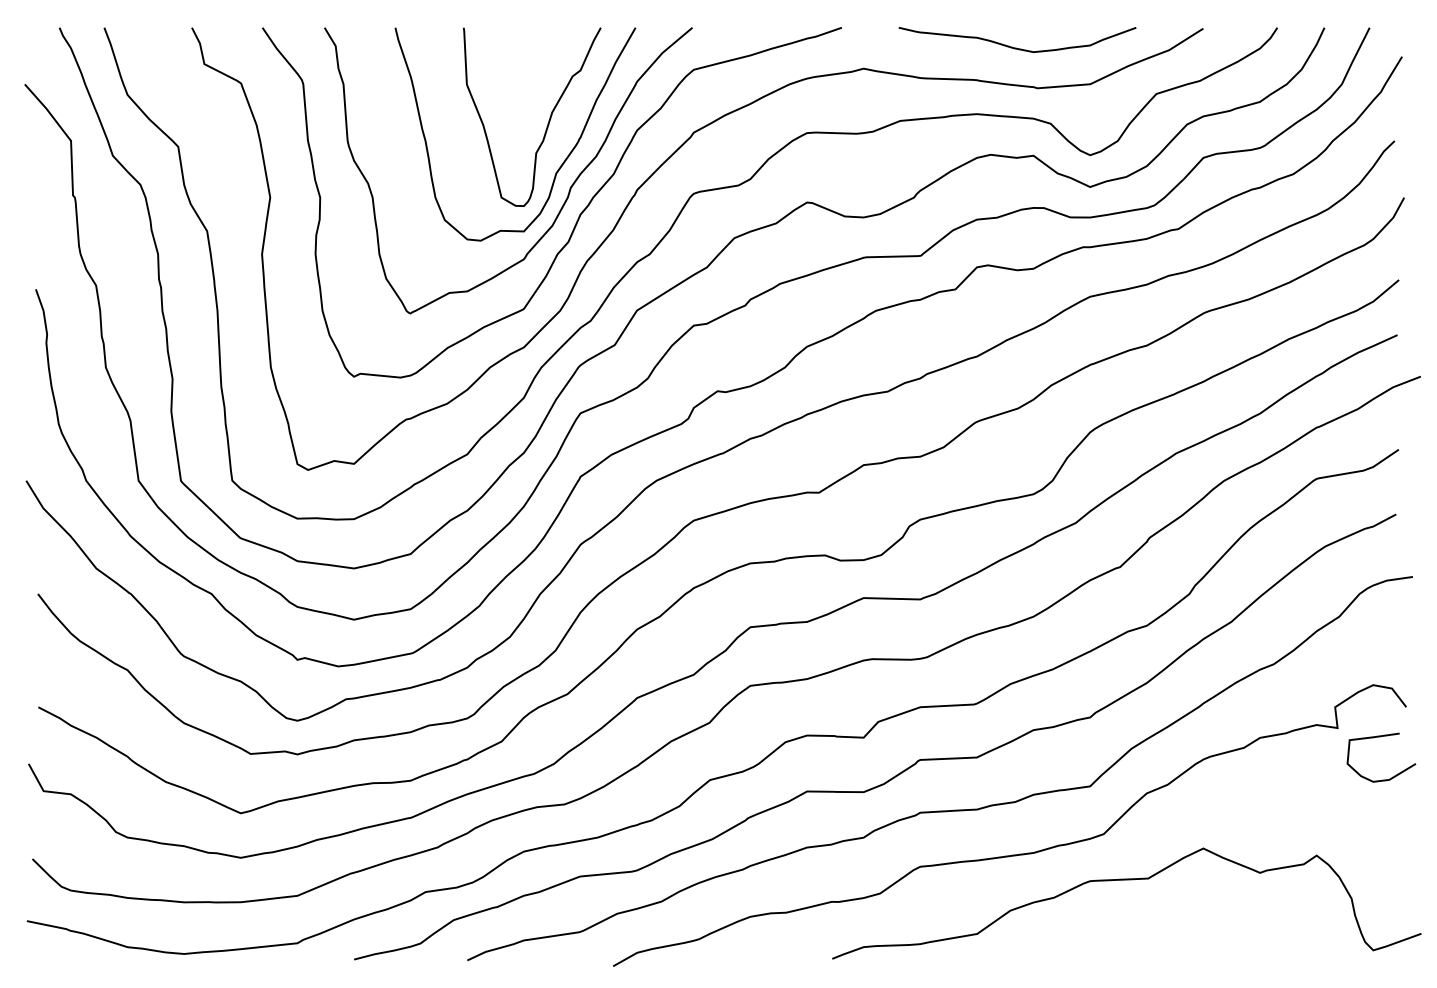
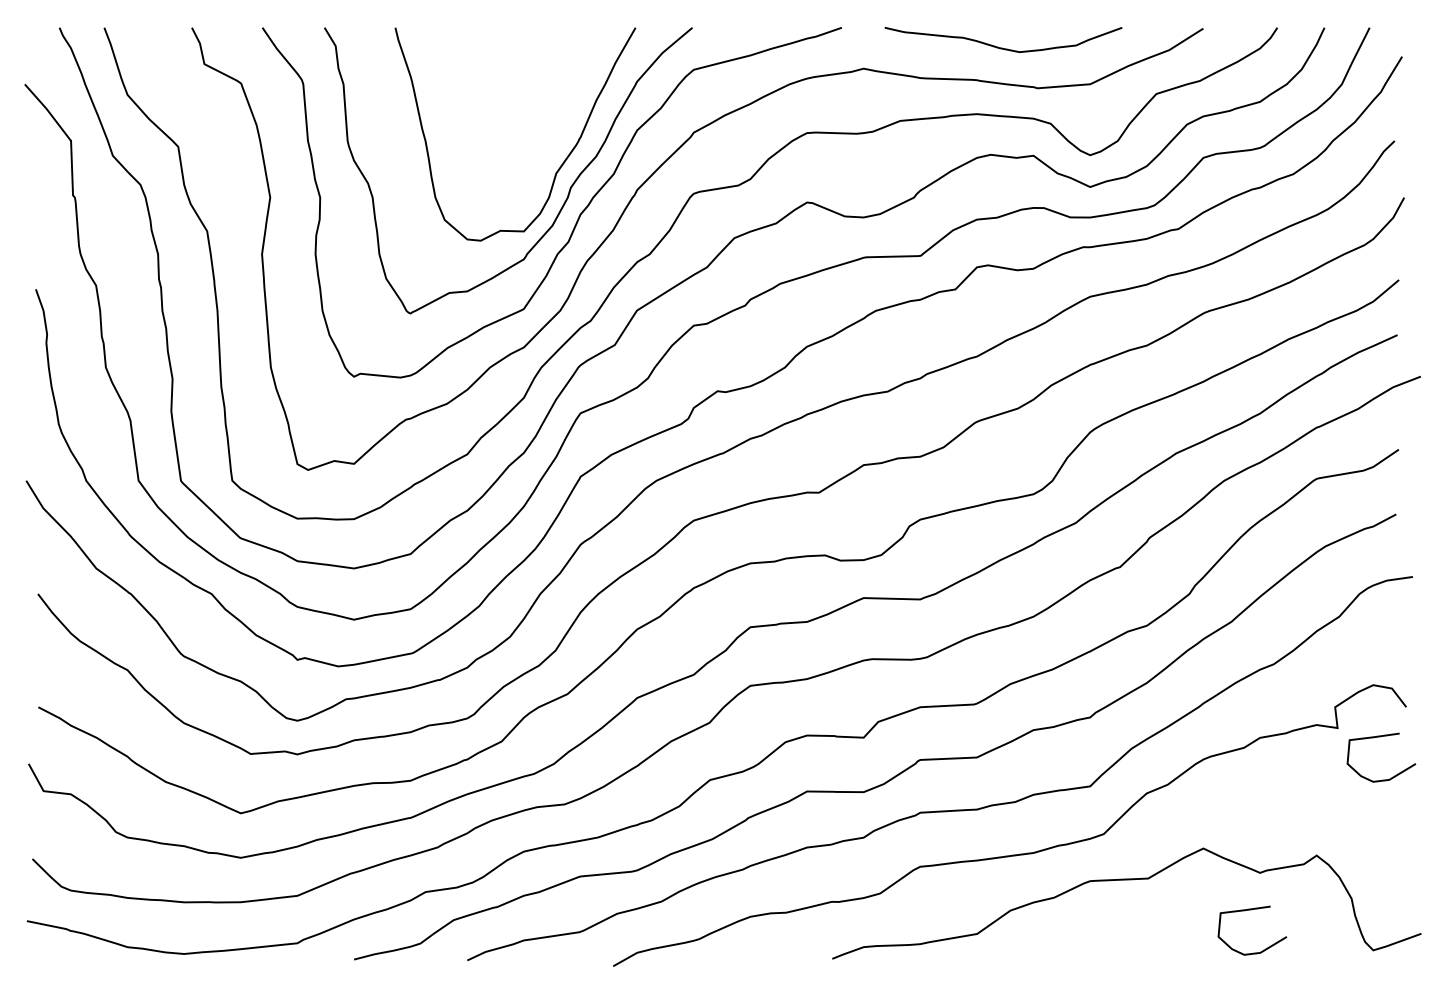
curve at (1016, 47) position: (1016, 47) -> (1002, 47)
curve at (548, 120): present -> none
curve at (1251, 910): none -> present
